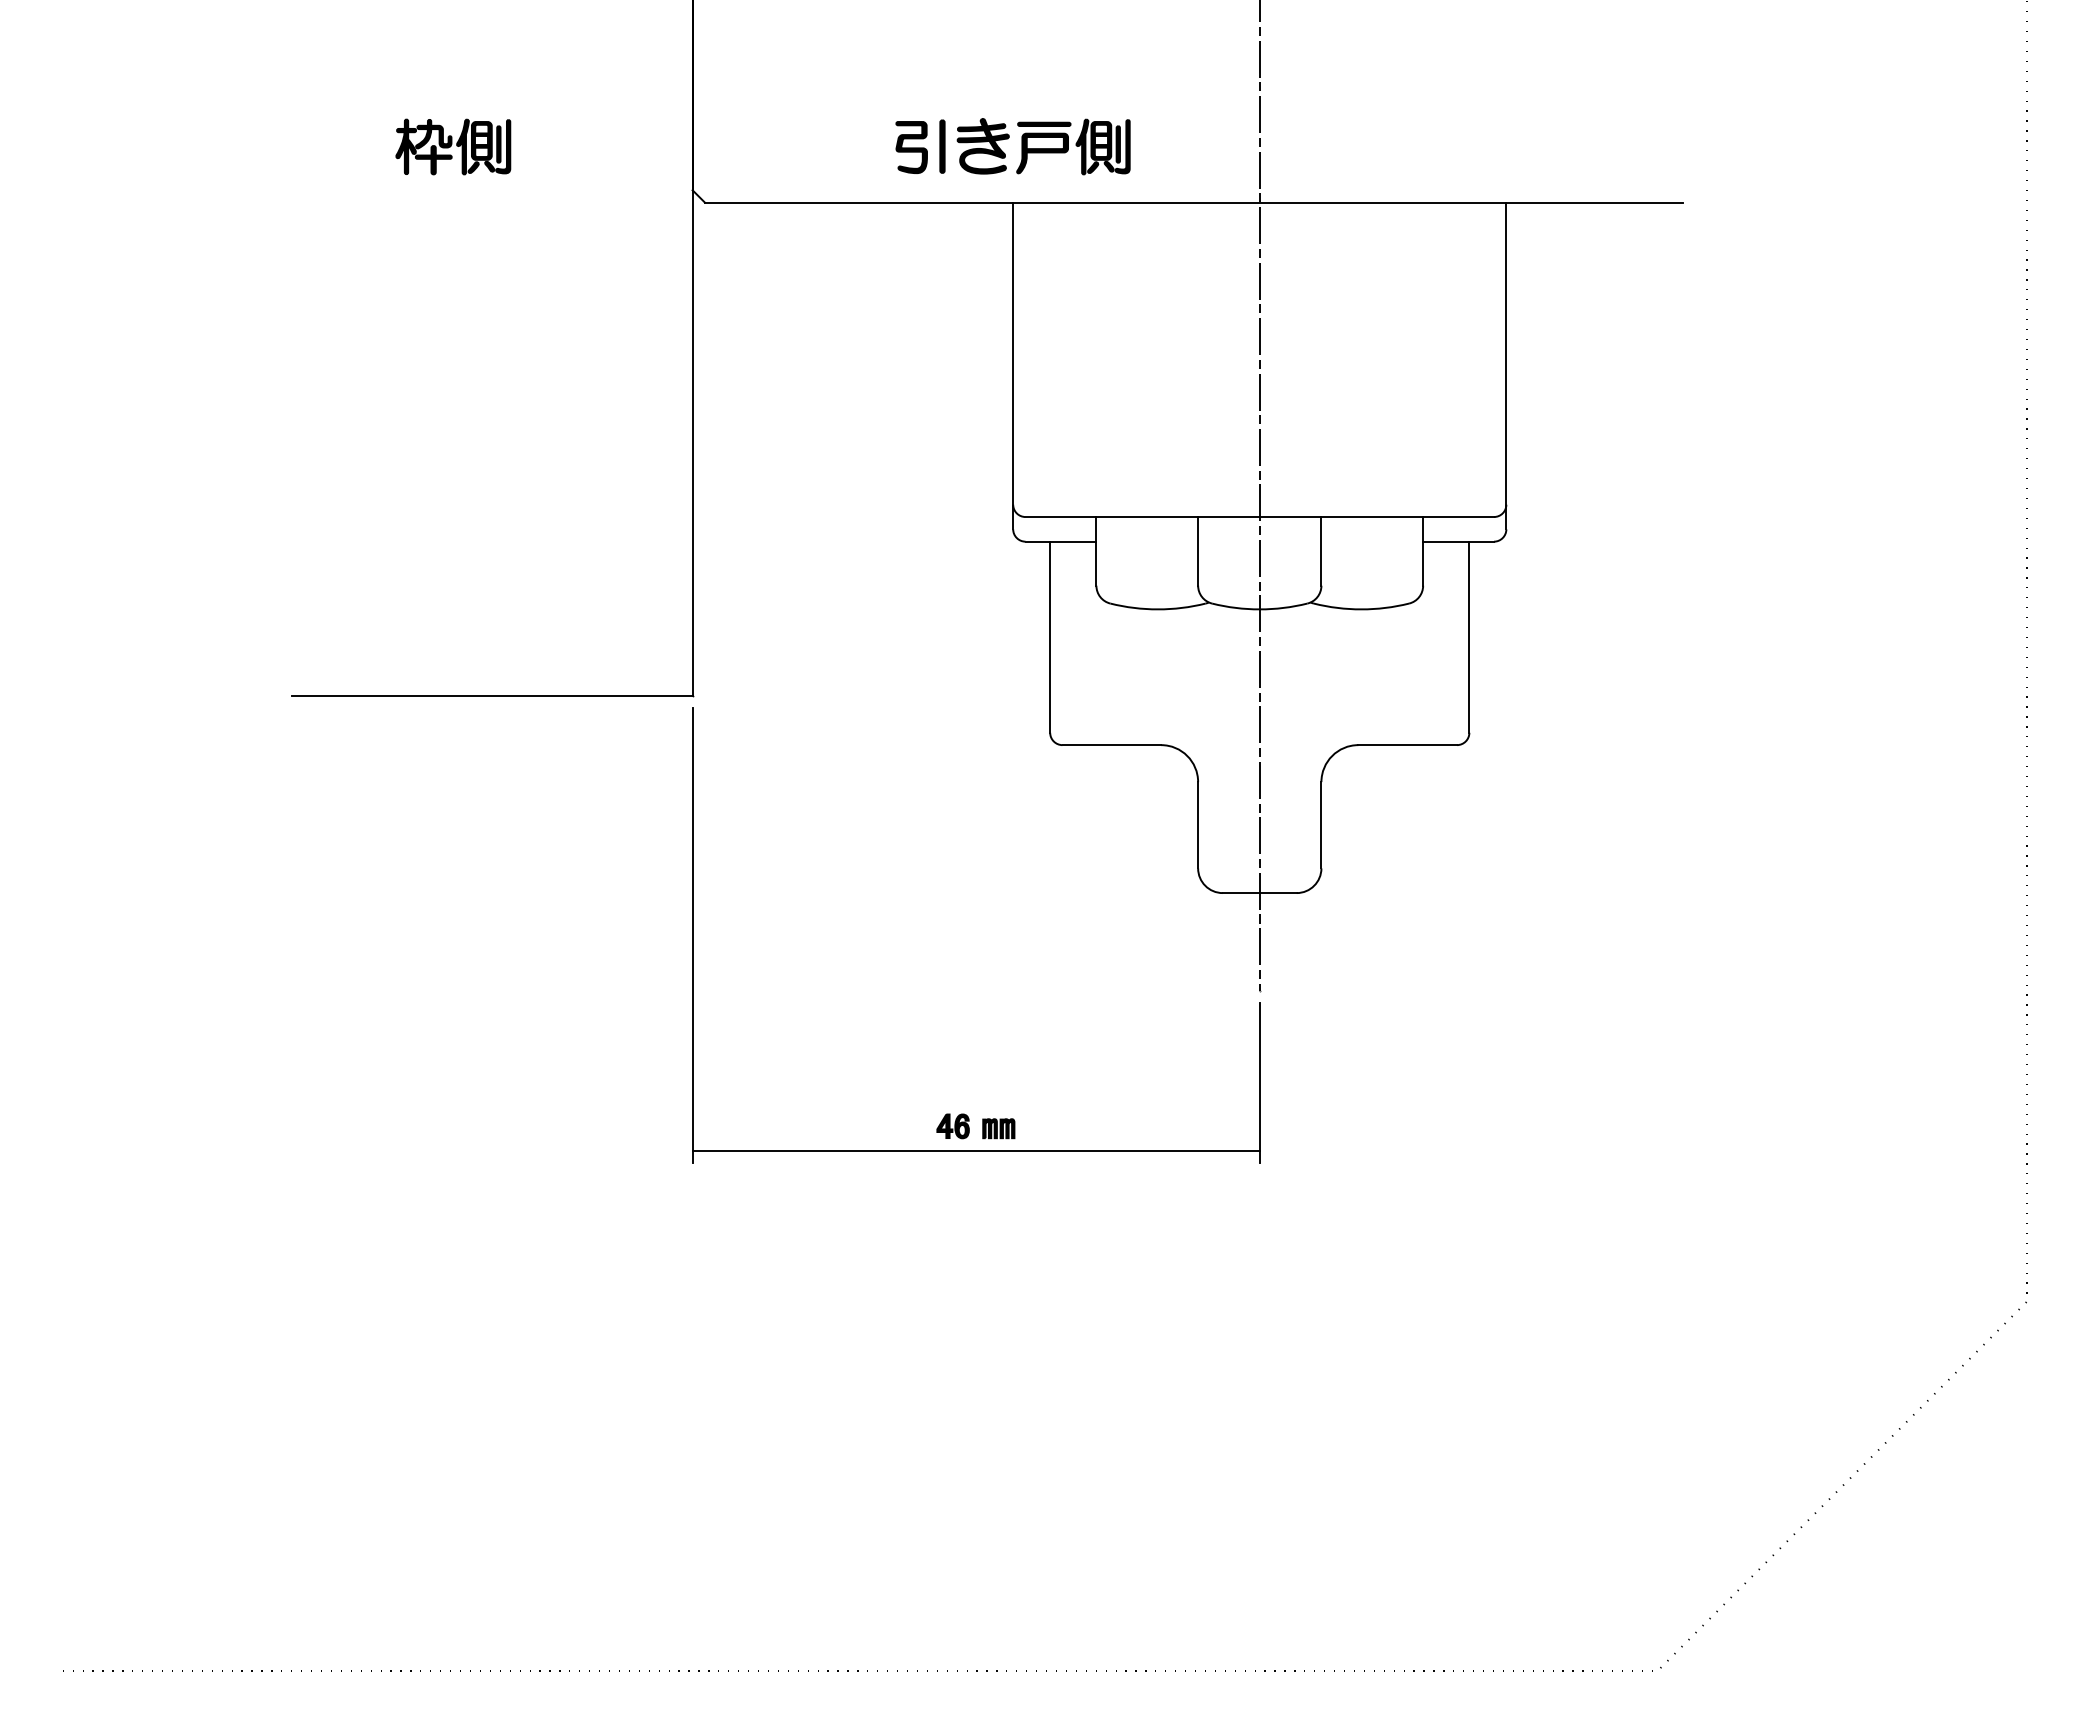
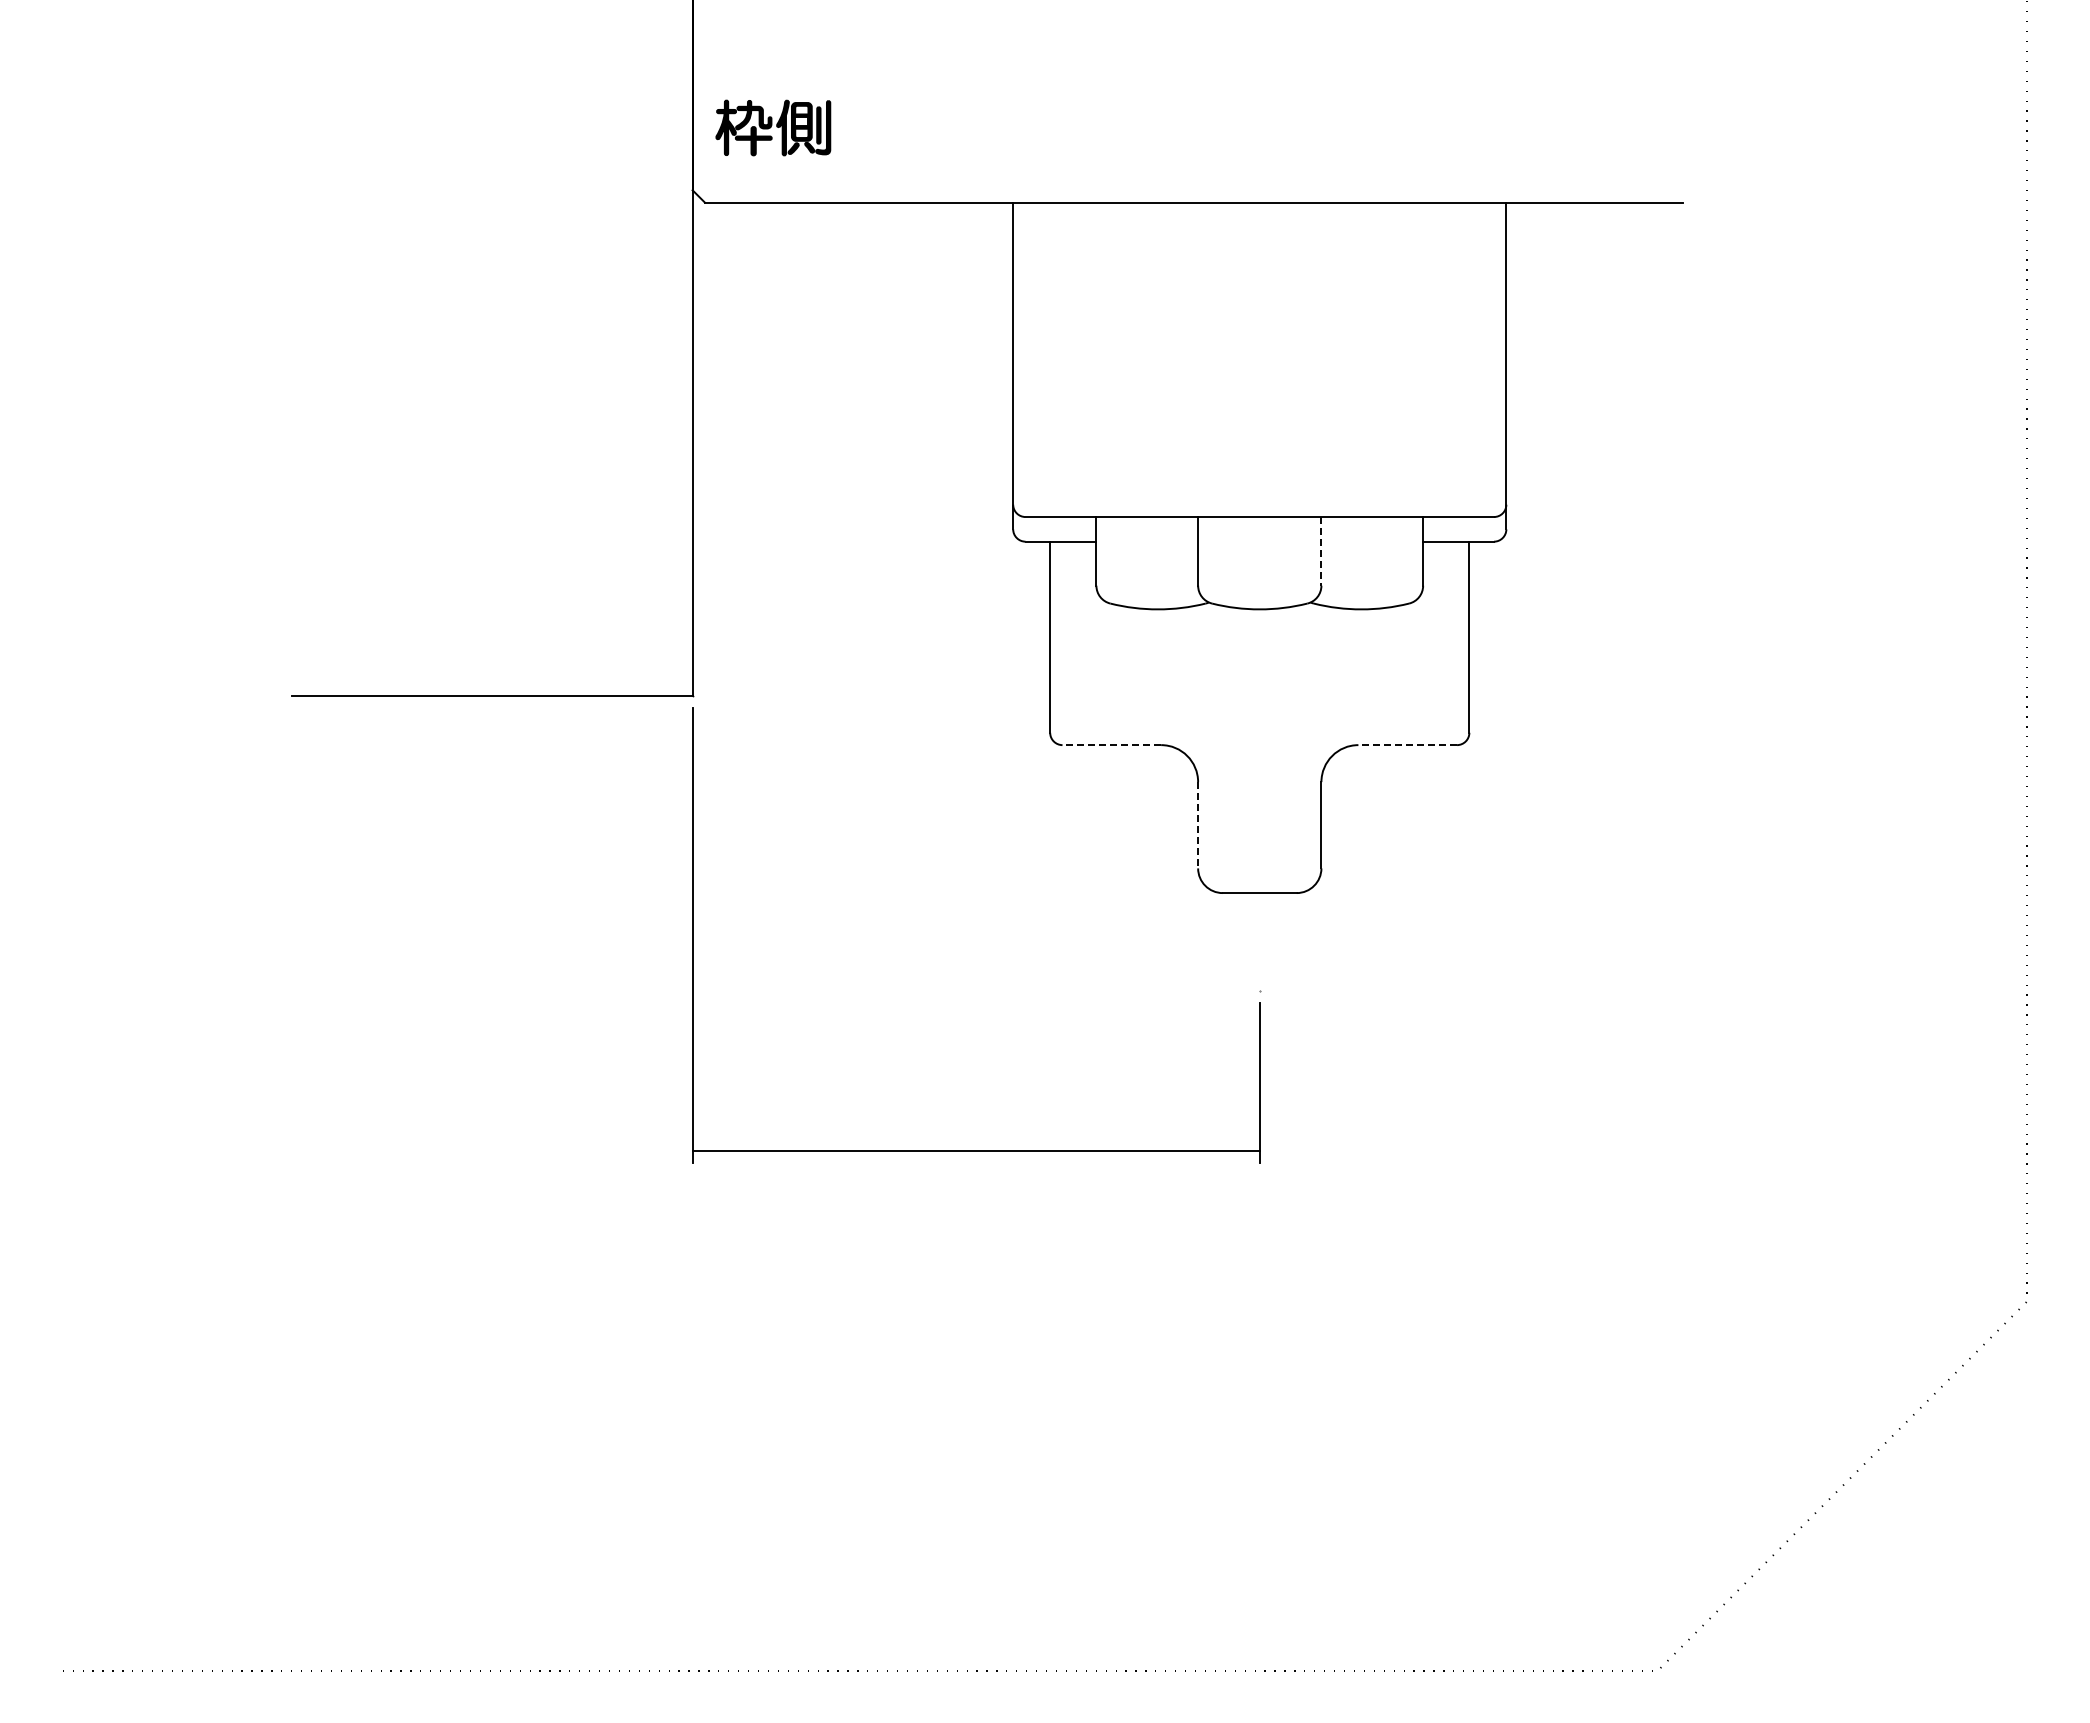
part at (1008, 139): present -> none
part at (453, 146) position: (453, 146) -> (773, 127)
line at (1259, 496): present -> none
line at (1321, 551): solid -> dashed
line at (1111, 745): solid -> dashed
line at (1407, 745): solid -> dashed
line at (1198, 825): solid -> dashed
part at (975, 1126): present -> none
